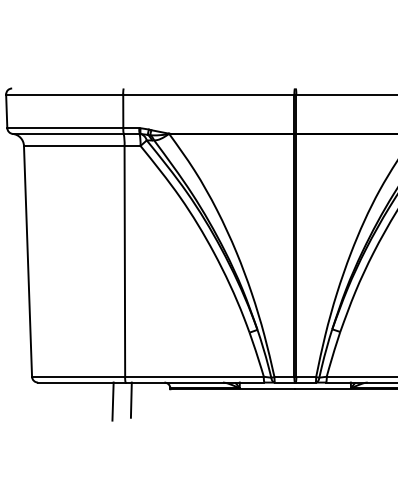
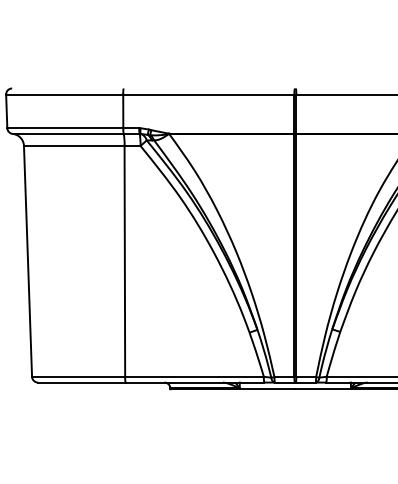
line at (130, 399): present -> none
line at (112, 401): present -> none
